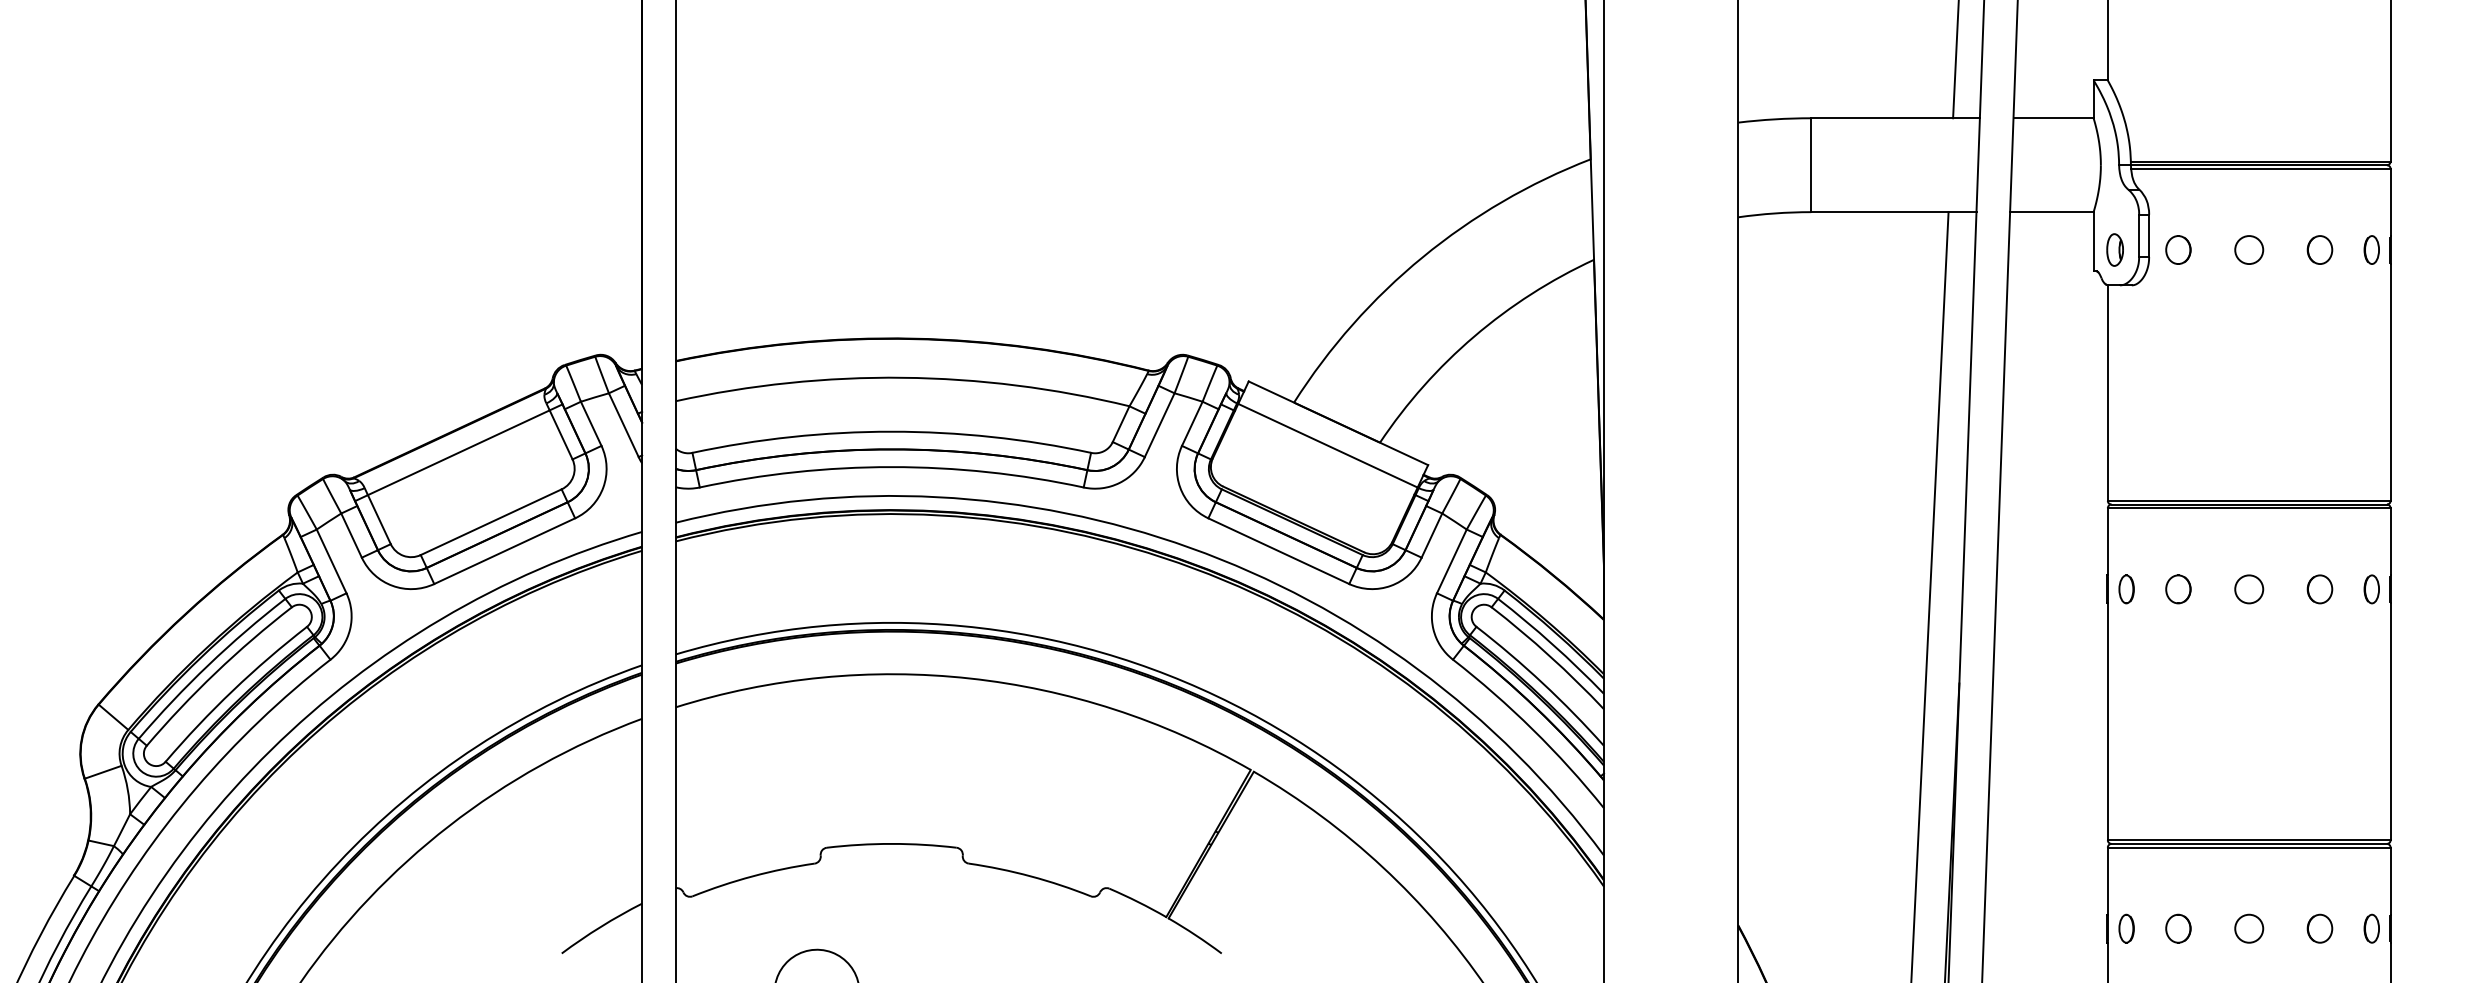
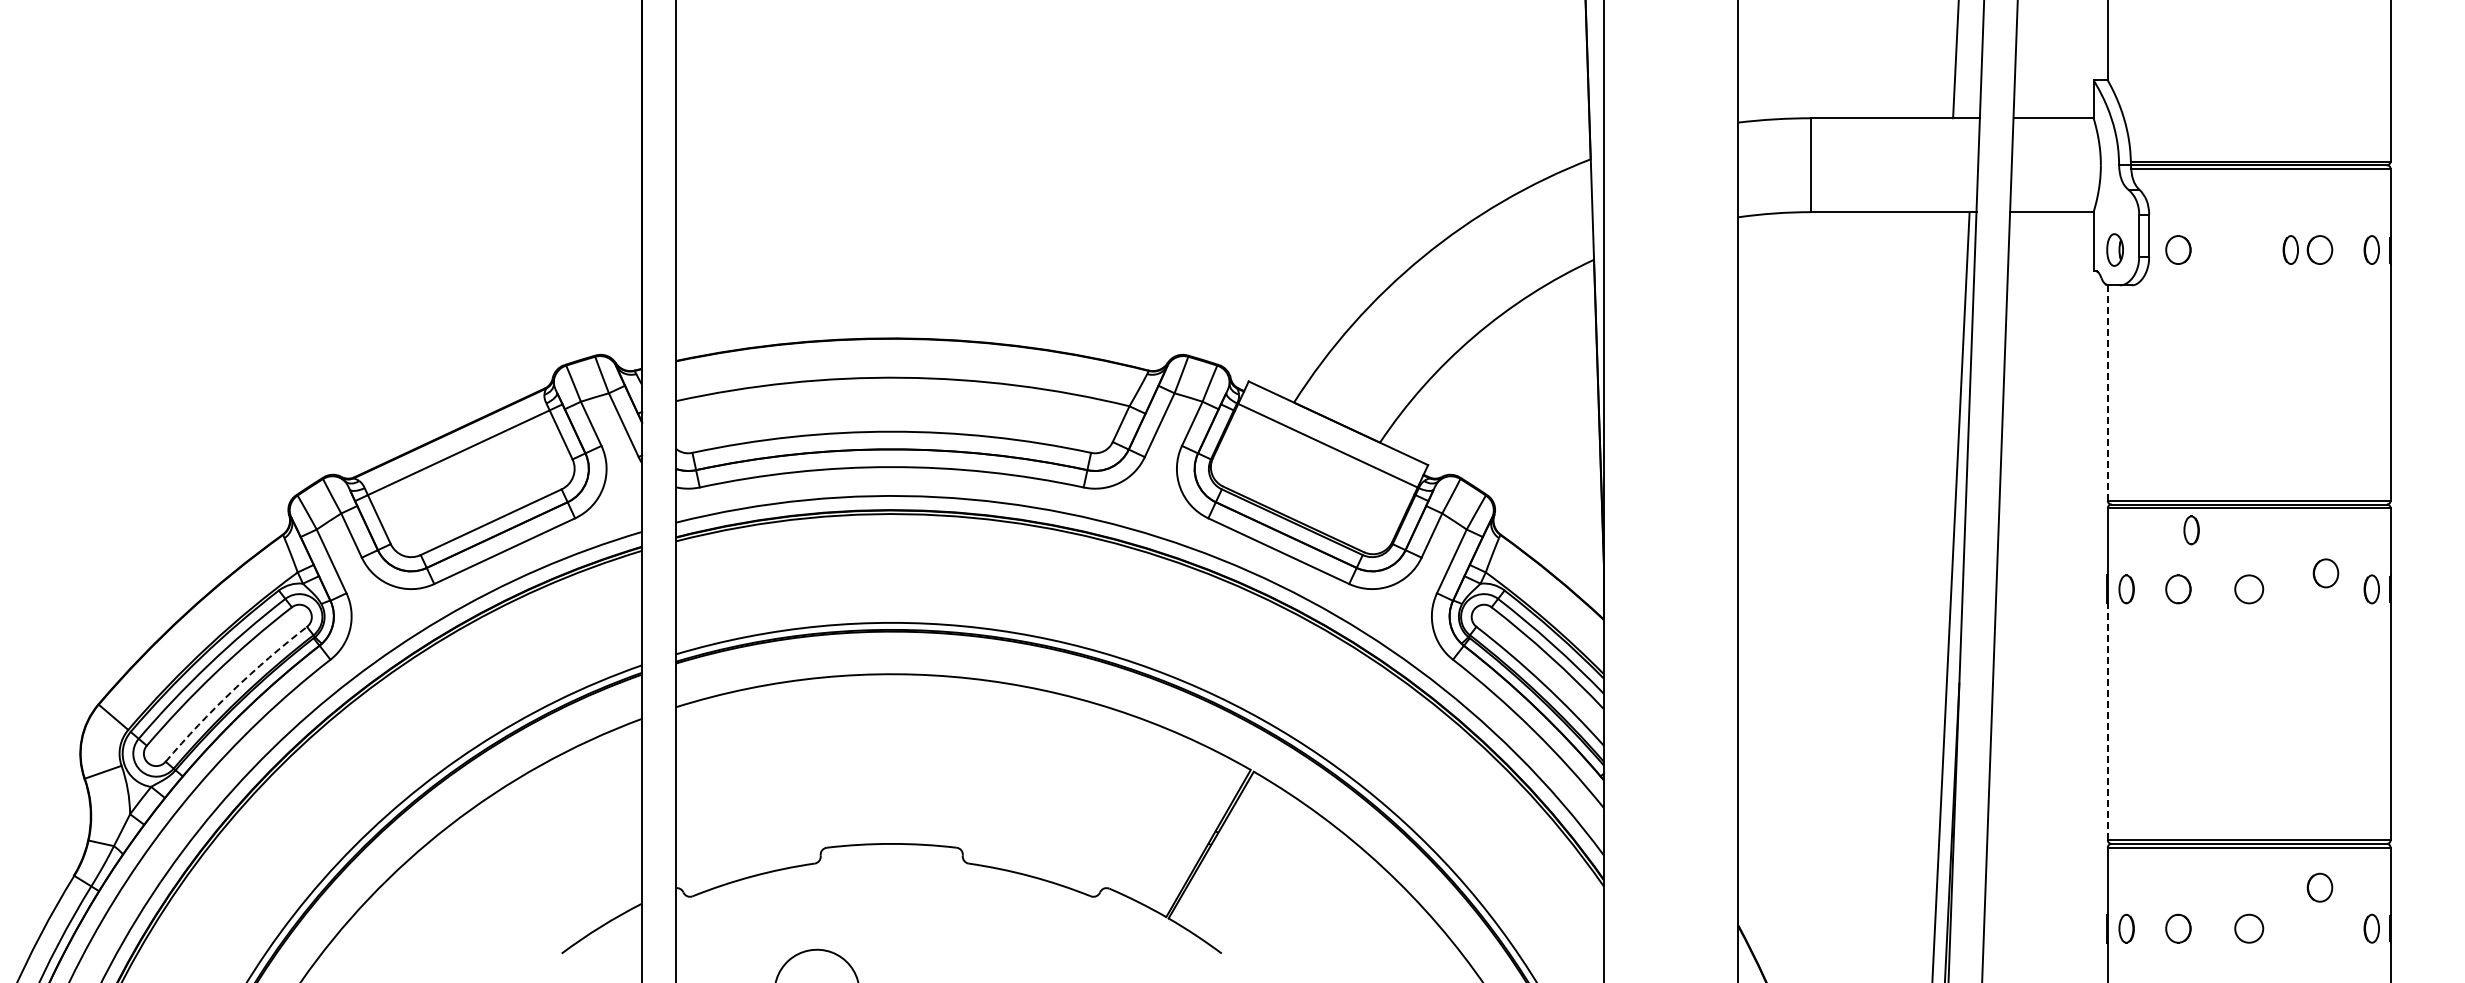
circle at (2249, 249): present -> none
part at (2290, 249): none -> present
line at (2107, 393): solid -> dashed
part at (2191, 530): none -> present
part at (2319, 589) position: (2319, 589) -> (2325, 573)
line at (1929, 595) position: (1929, 595) -> (1950, 596)
arc at (232, 690): solid -> dashed
line at (2107, 721): solid -> dashed
part at (2319, 928) position: (2319, 928) -> (2319, 887)
